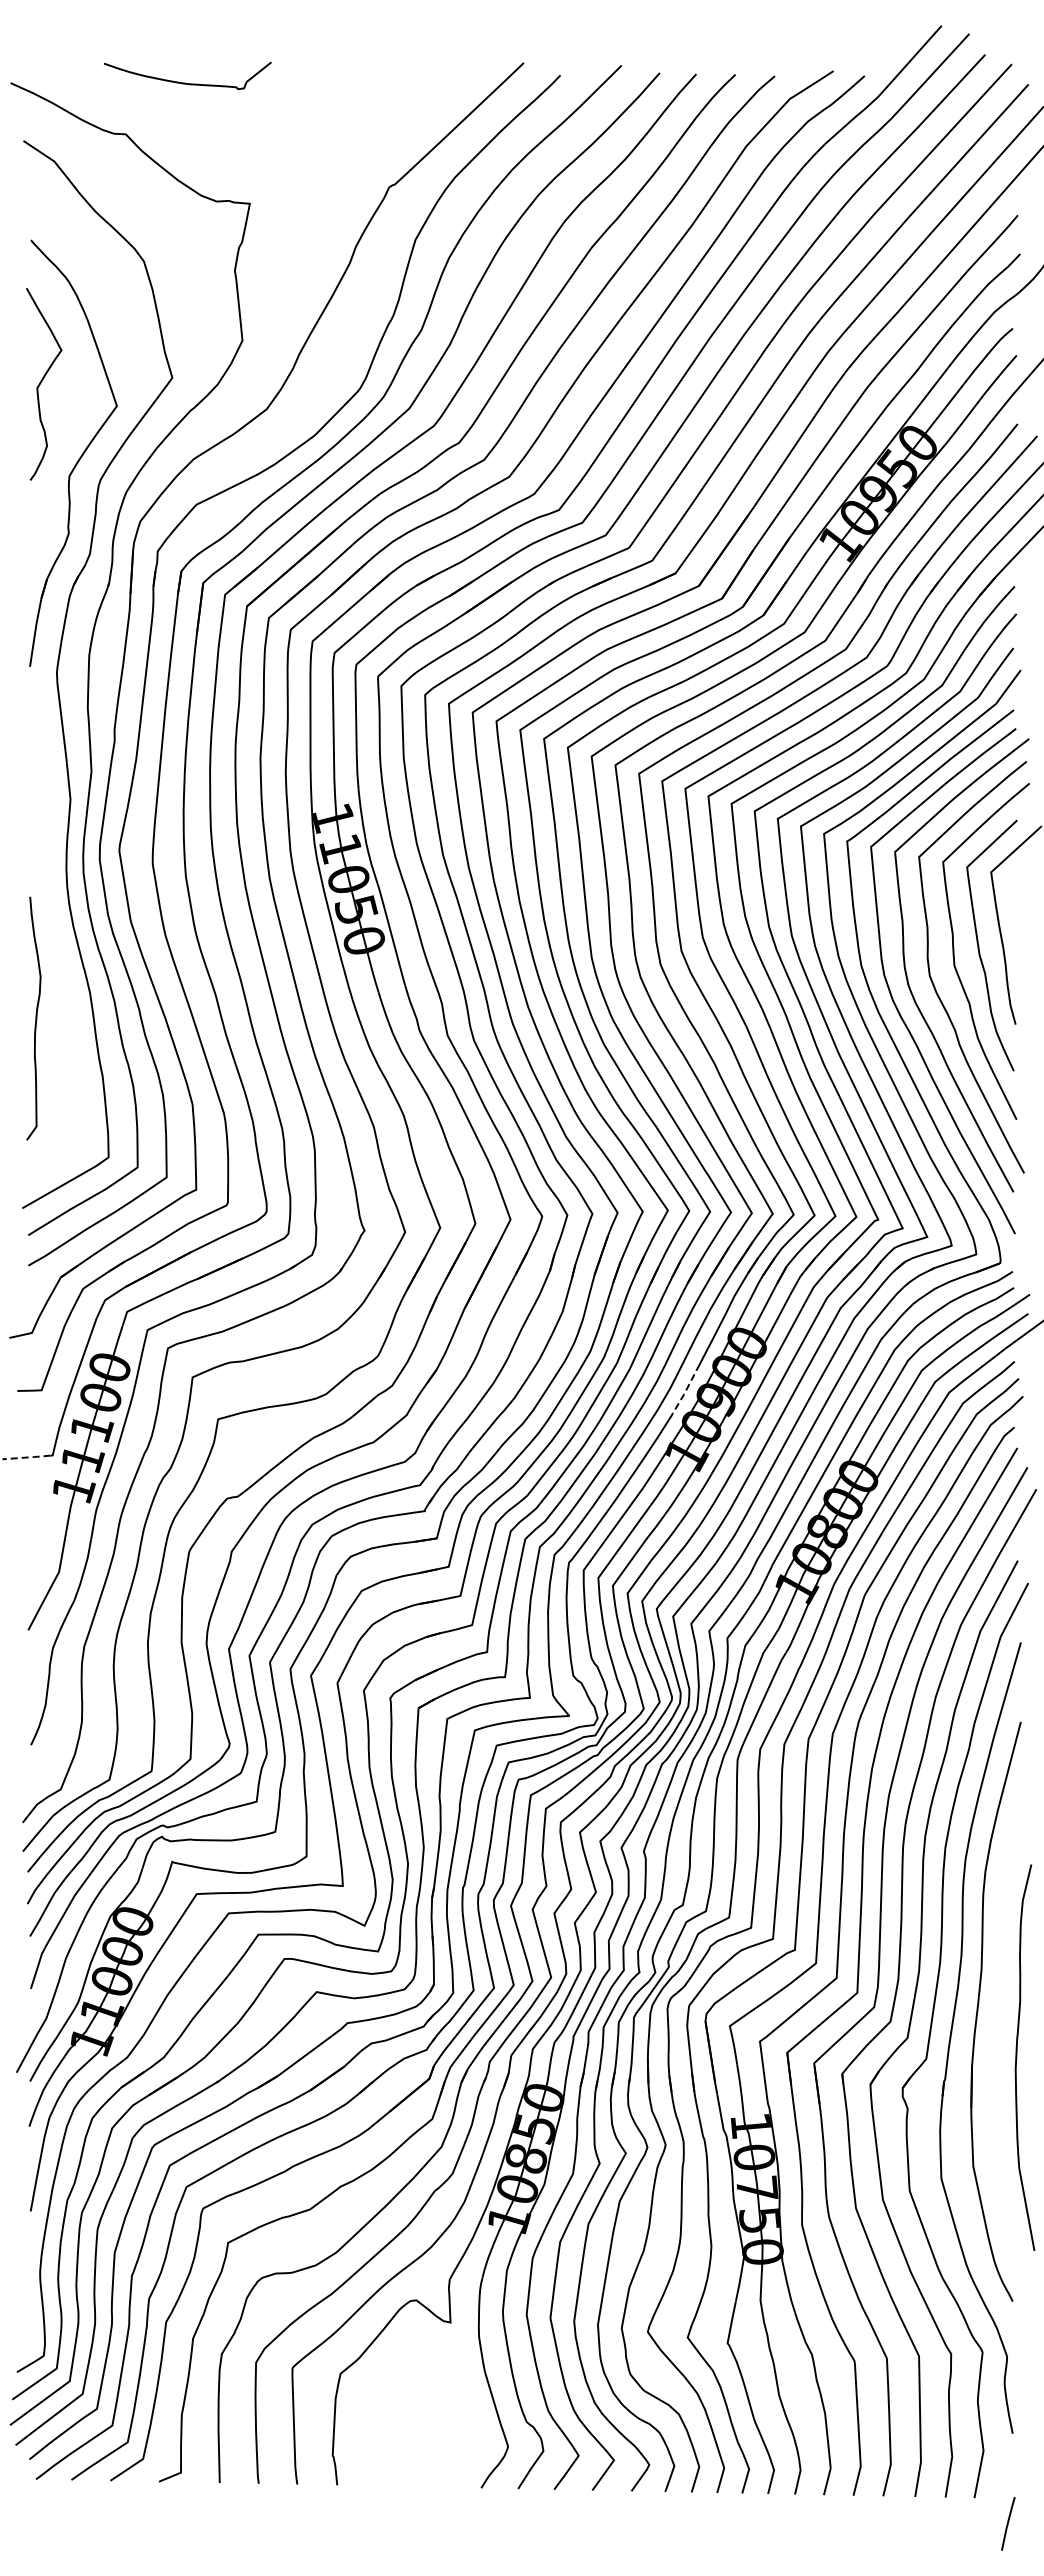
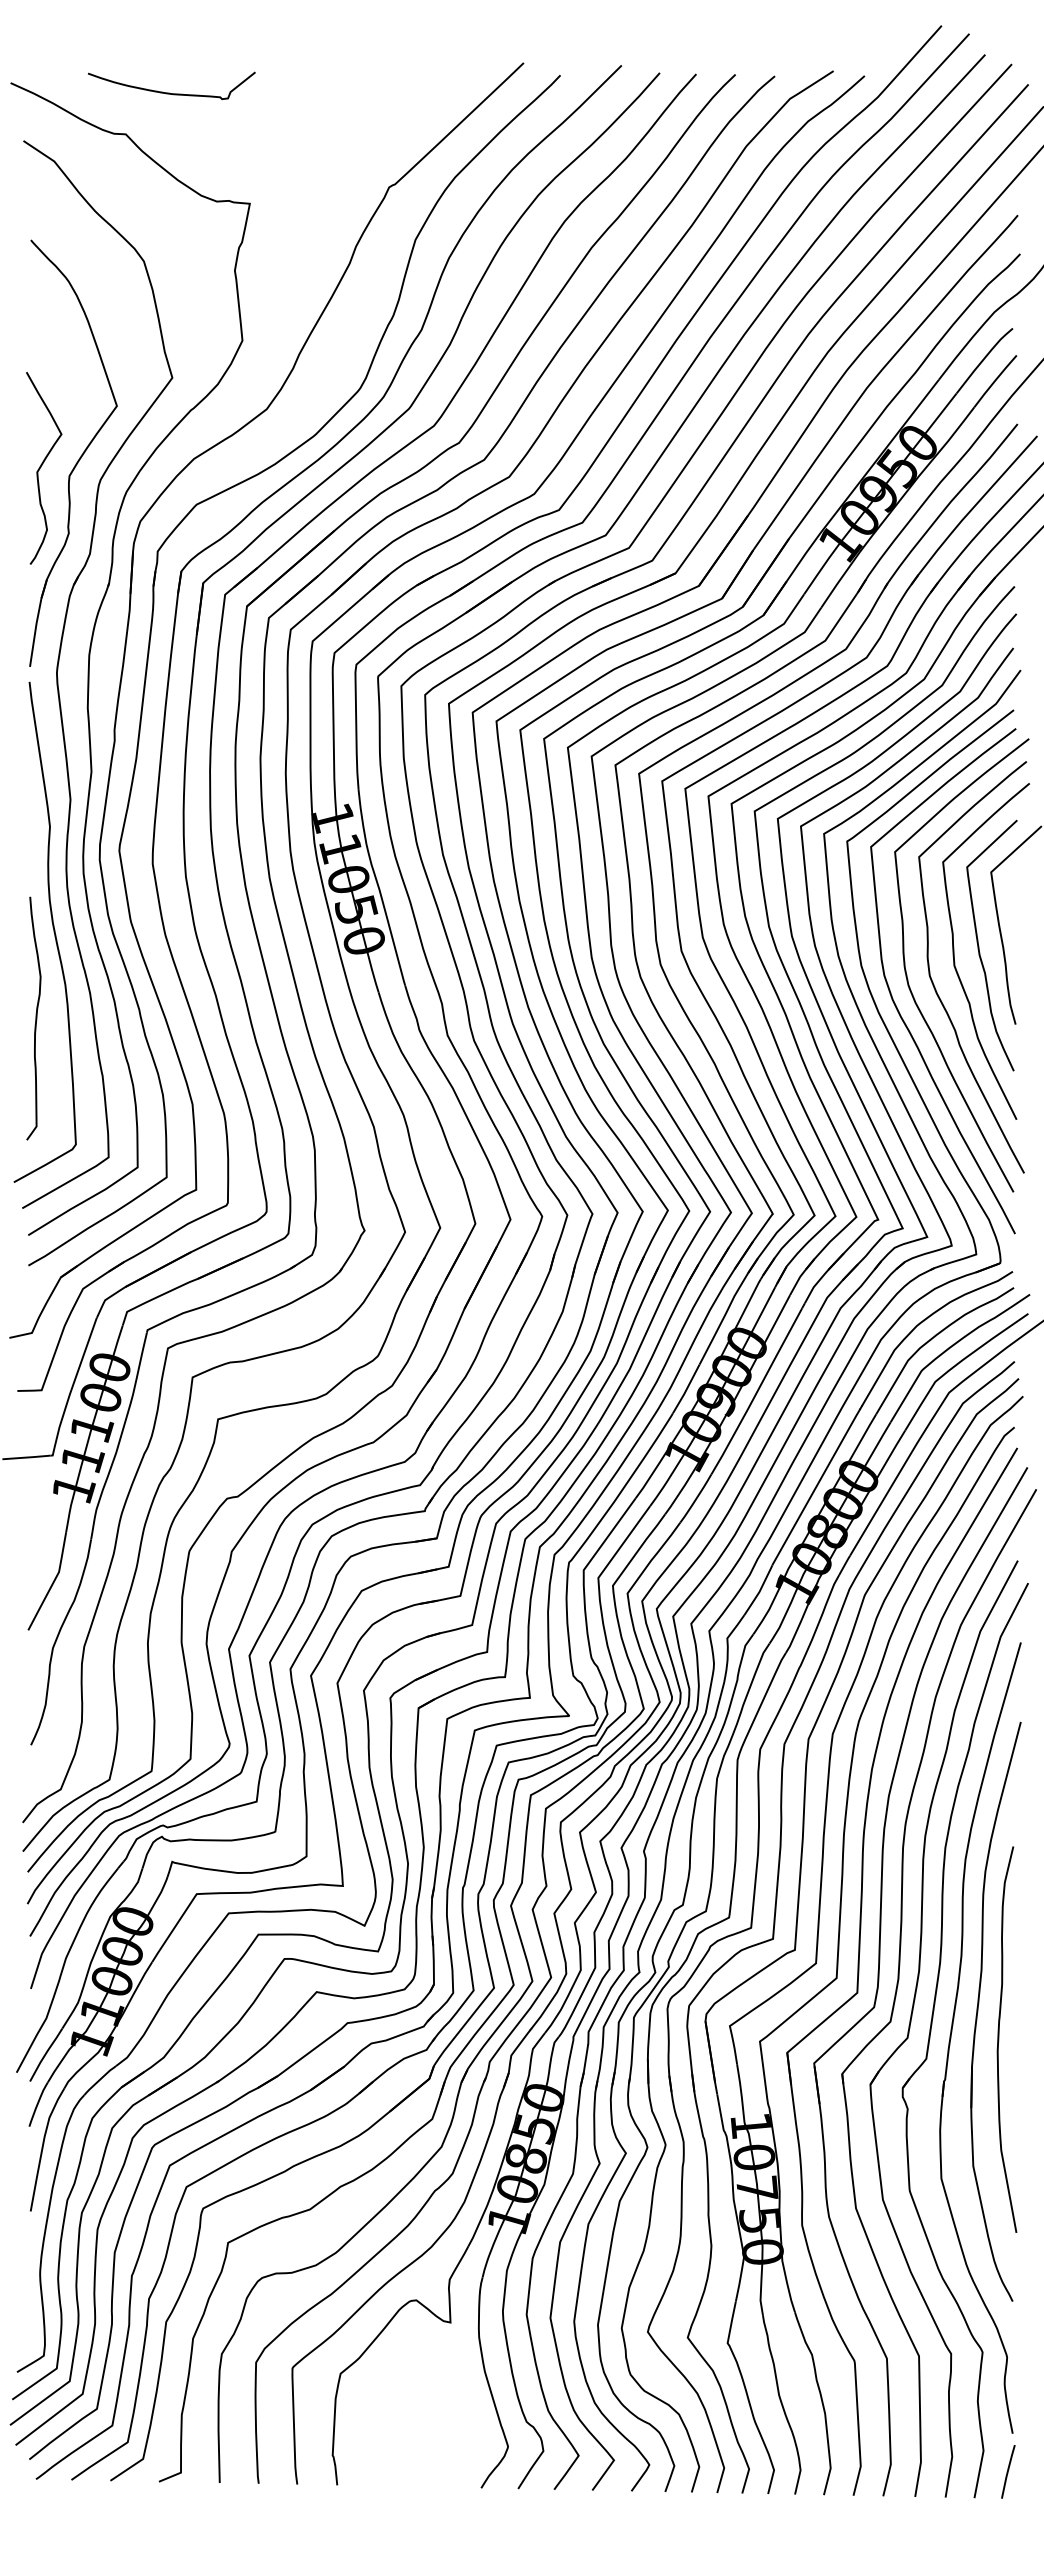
curve at (185, 82) position: (185, 82) -> (169, 92)
curve at (41, 383) position: (41, 383) -> (41, 467)
curve at (52, 927): none -> present
line at (686, 1390): dashed -> solid
line at (27, 1457): dashed -> solid
curve at (1017, 2057) position: (1017, 2057) -> (999, 2039)
line at (1008, 2523) position: (1008, 2523) -> (1008, 2471)
